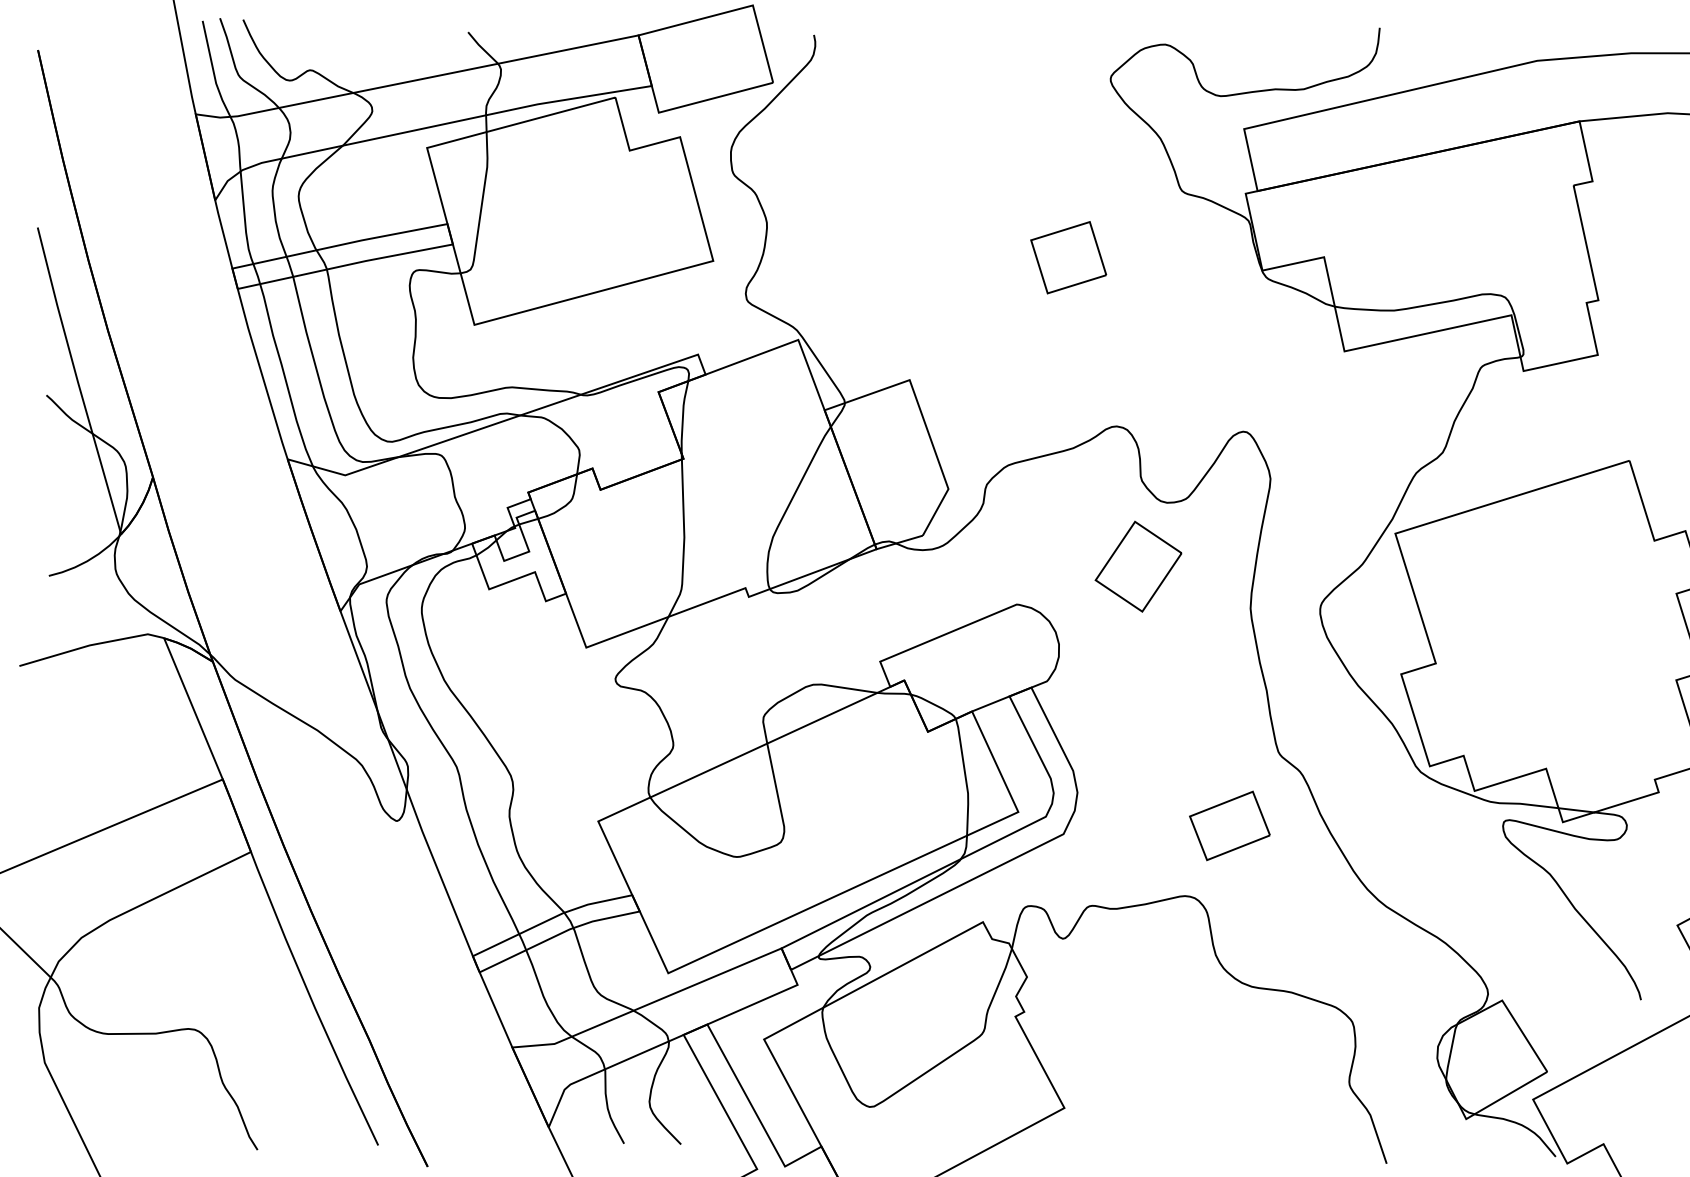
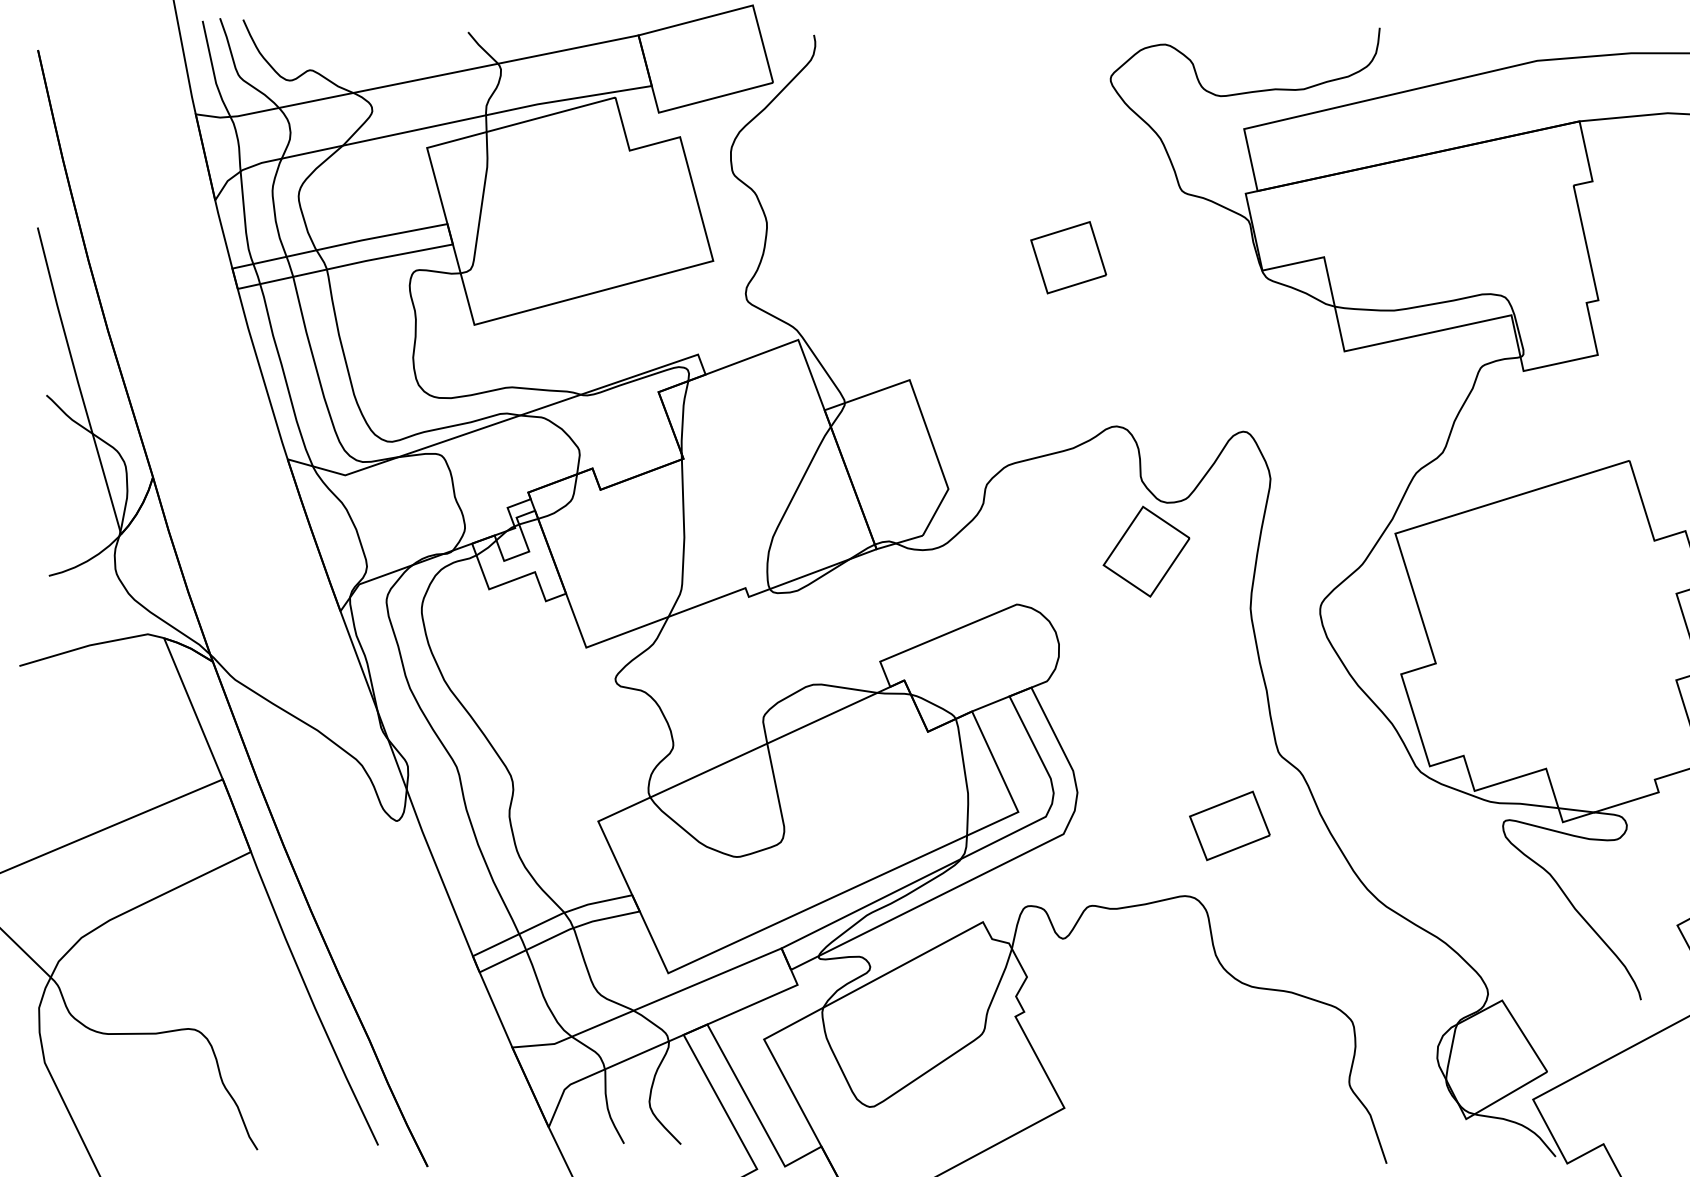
part at (1138, 566) position: (1138, 566) -> (1146, 551)
